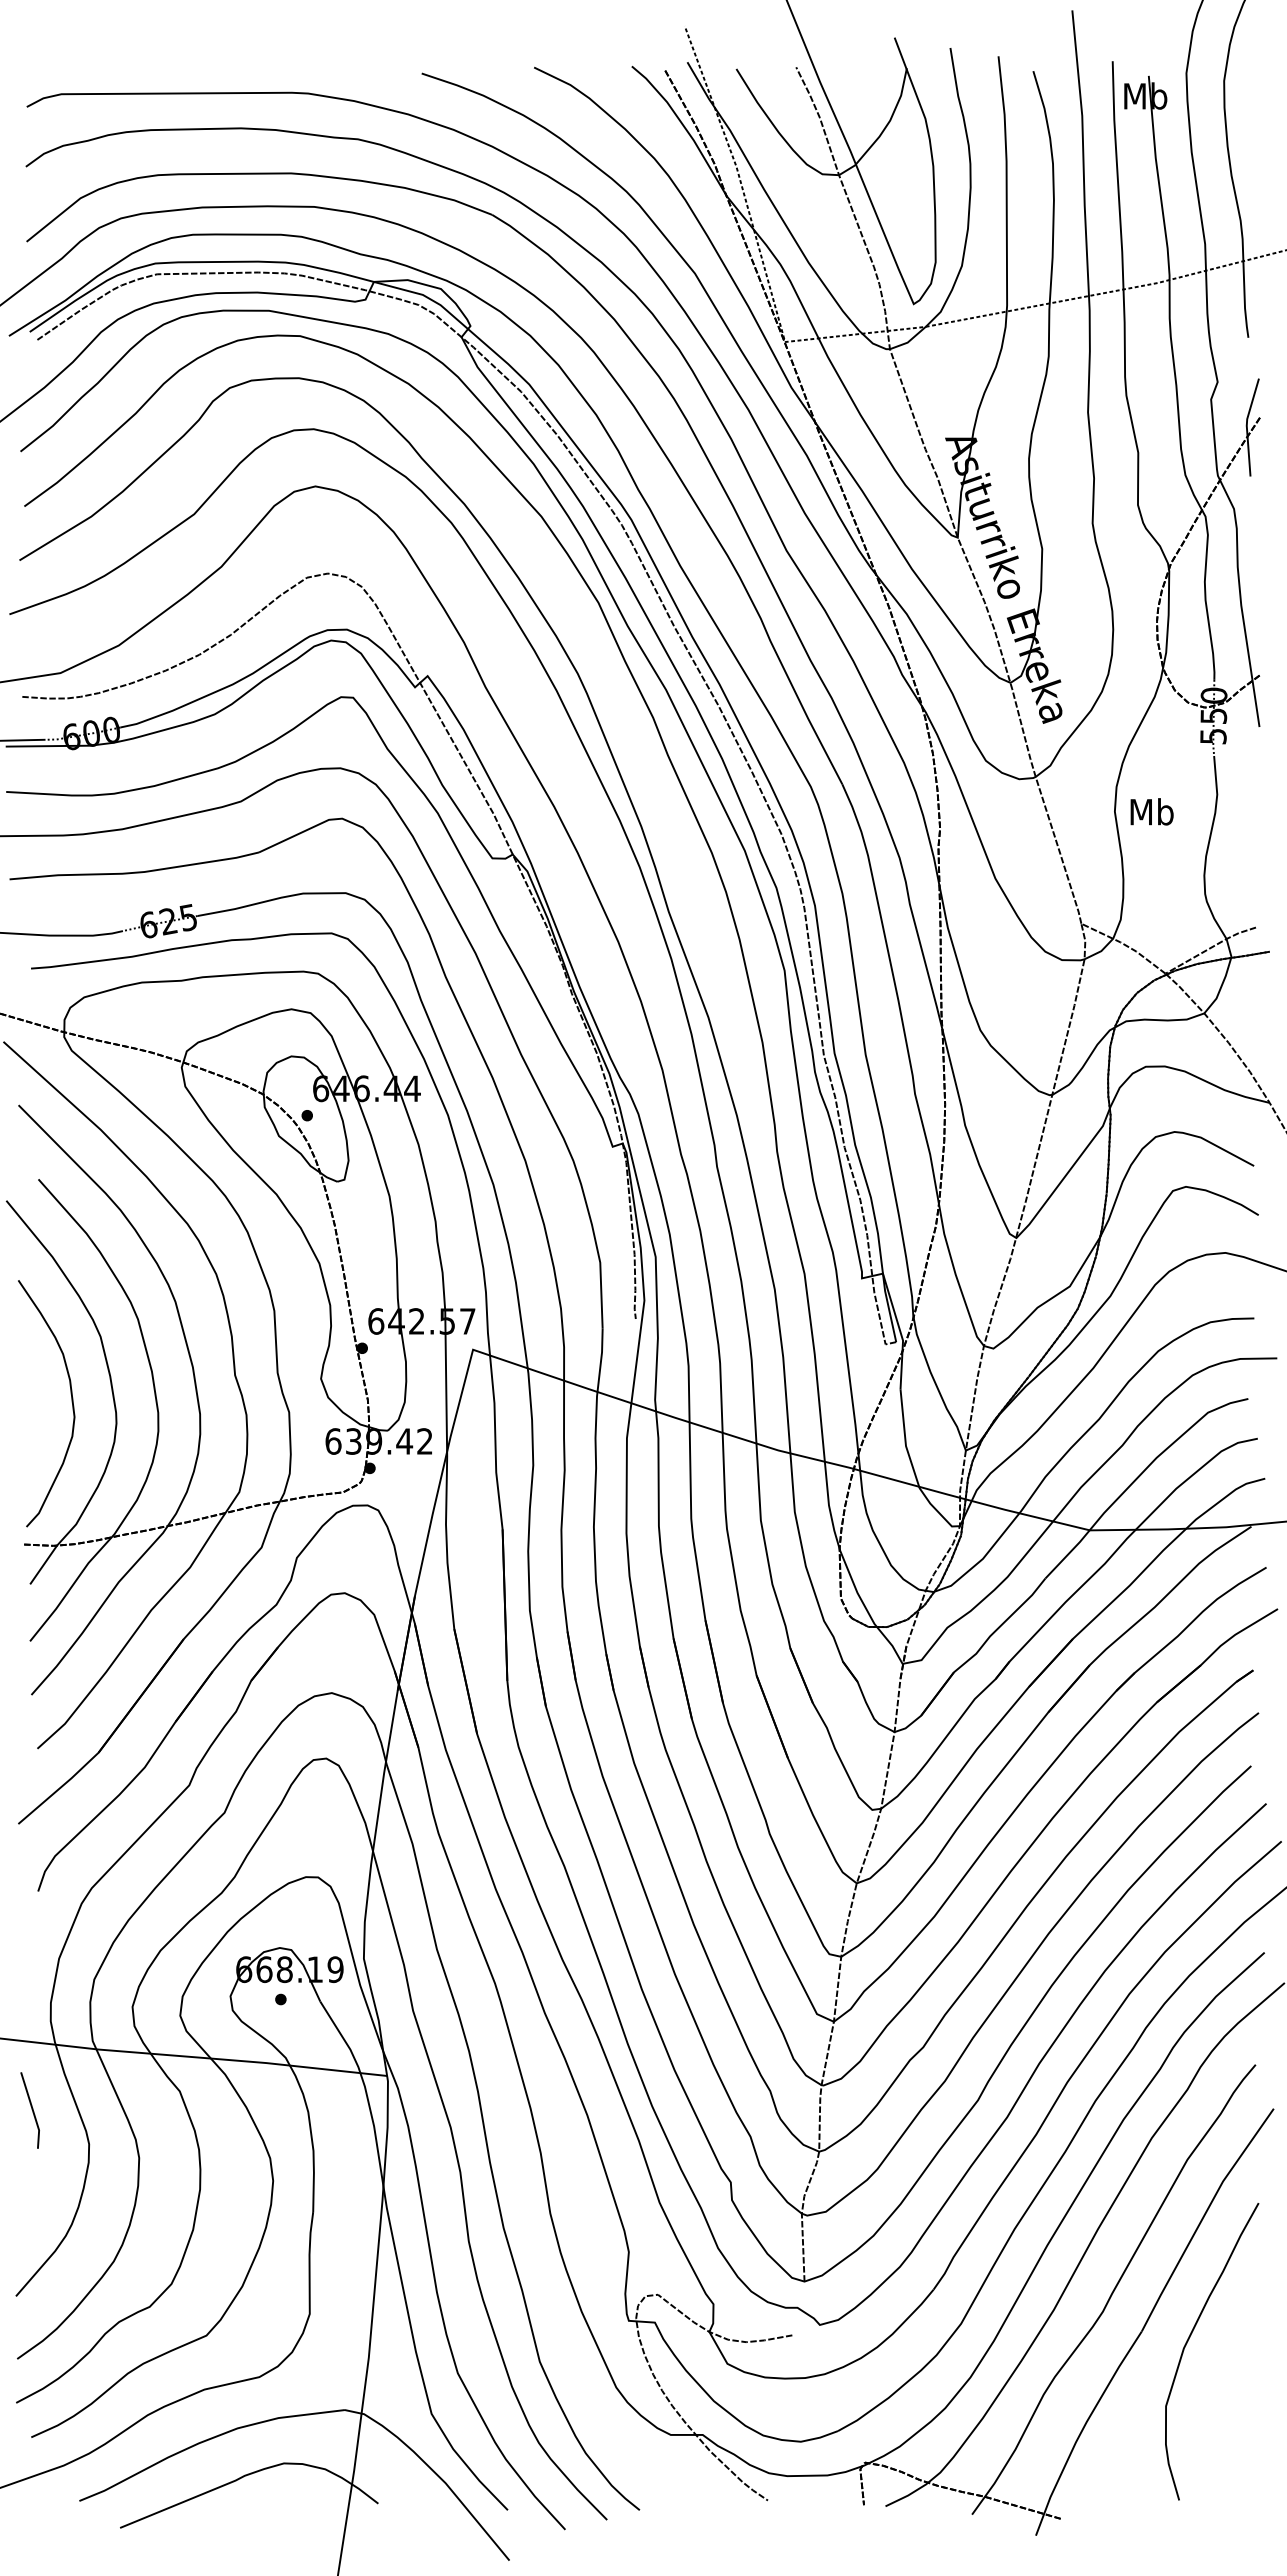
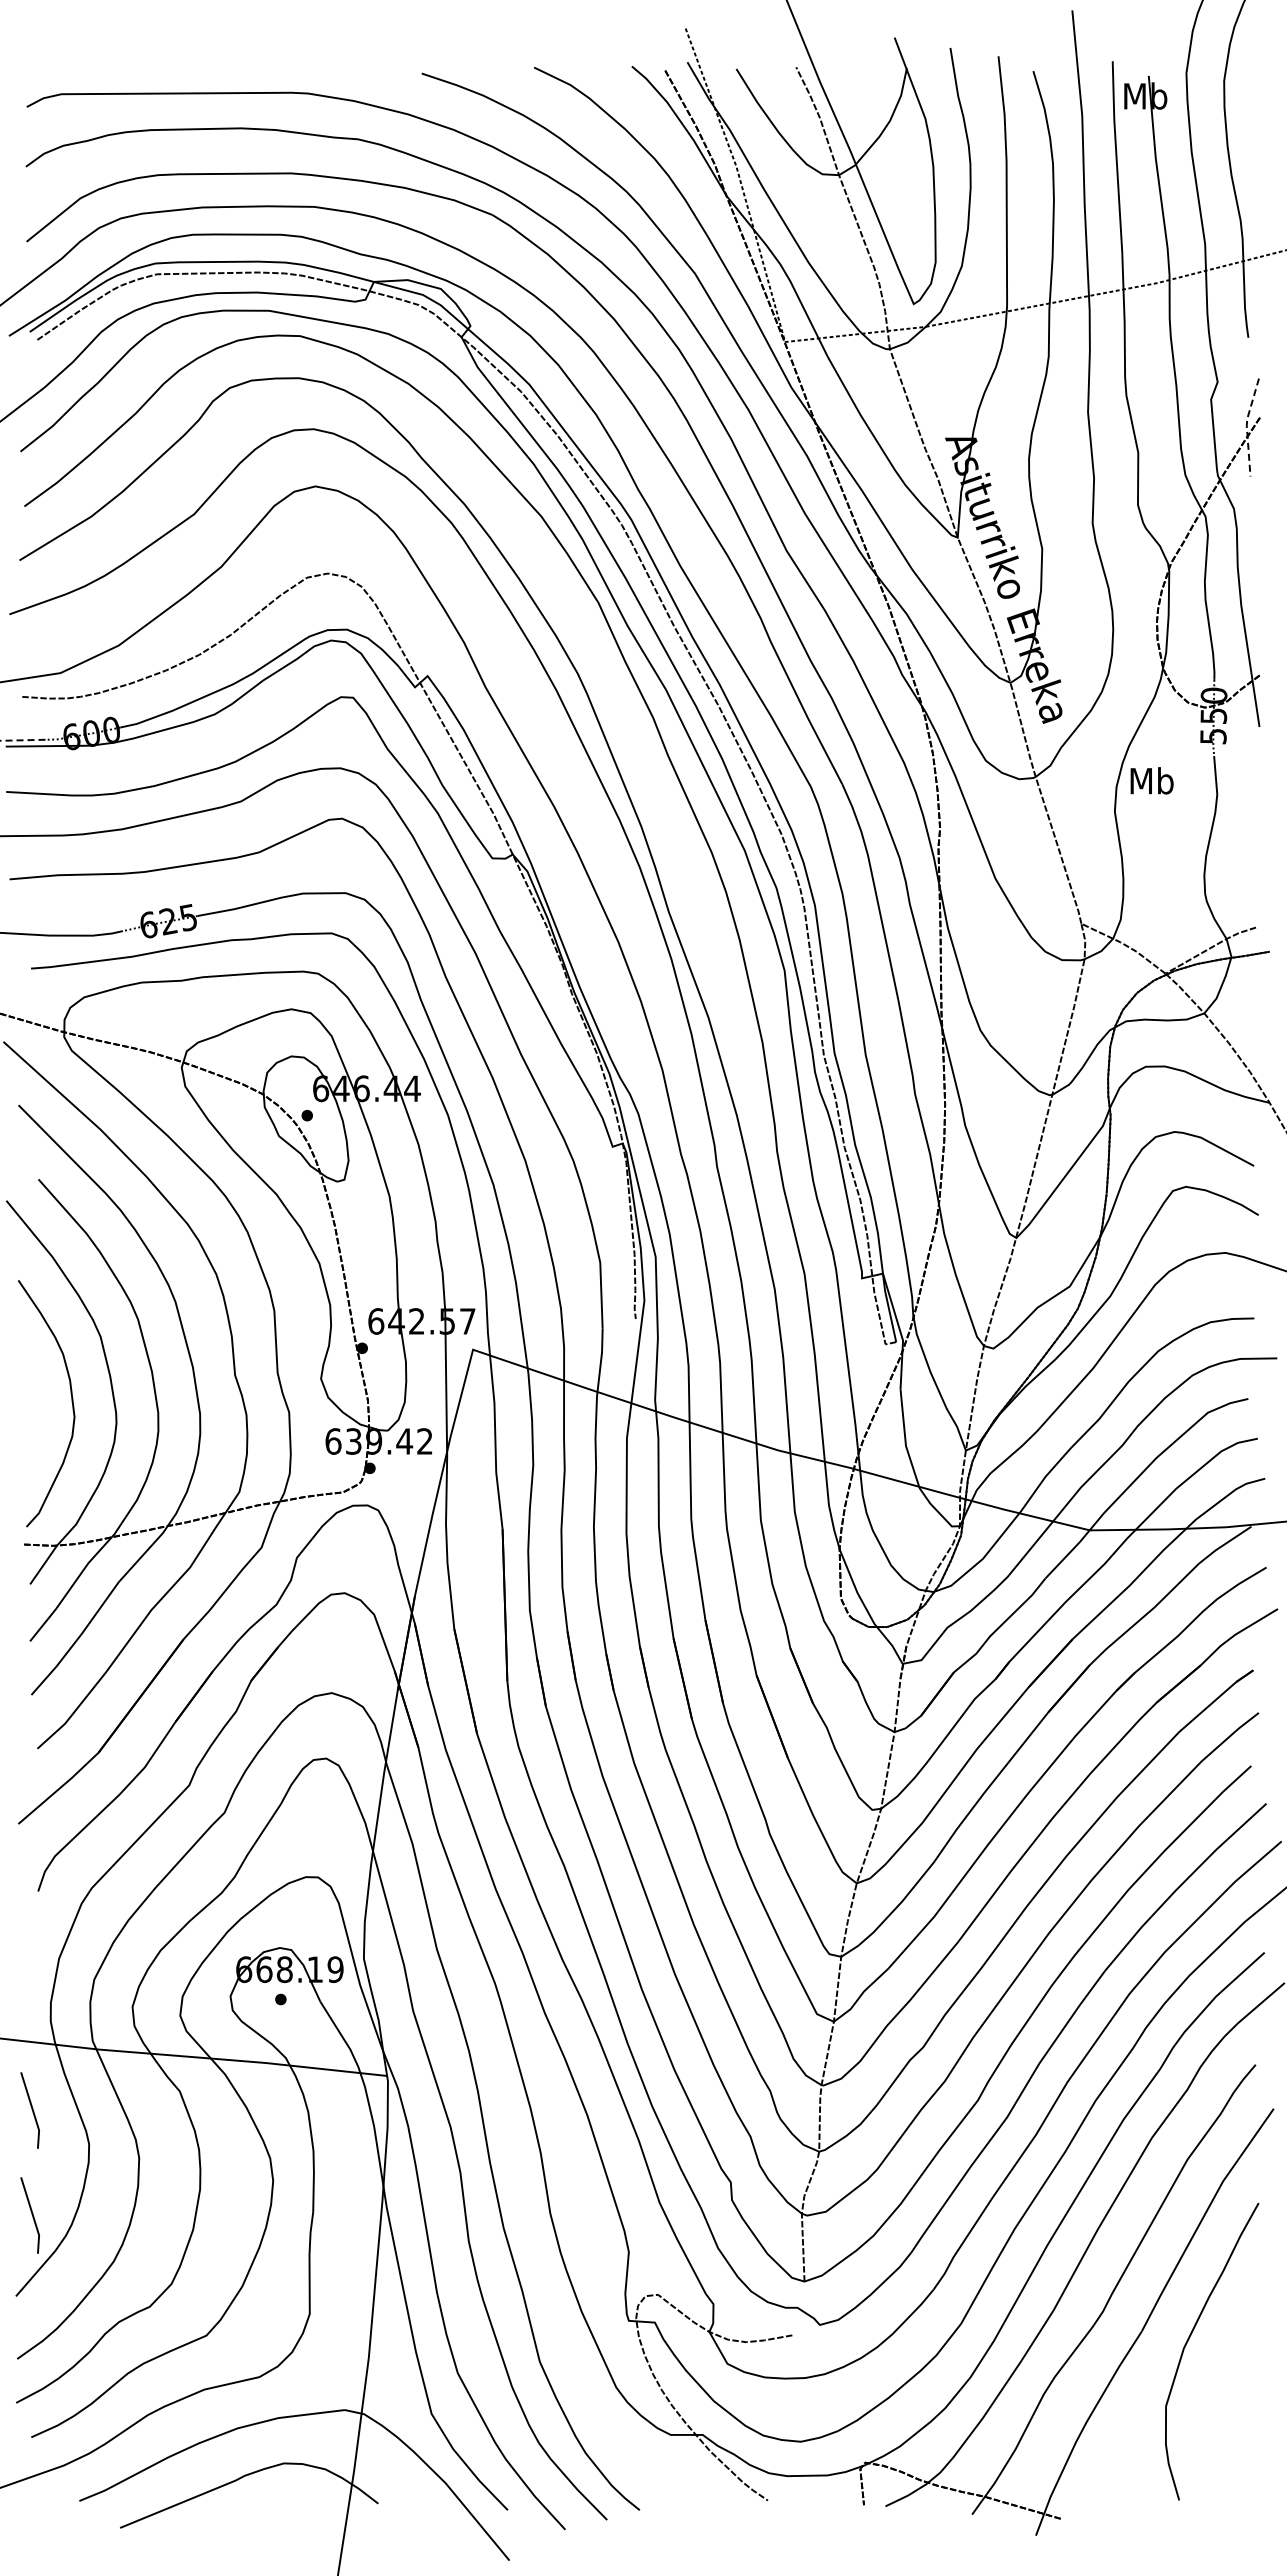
line at (1246, 425): solid -> dashed
line at (22, 740): solid -> dashed
text at (1151, 811) position: (1151, 811) -> (1151, 780)
line at (31, 2214): none -> present
